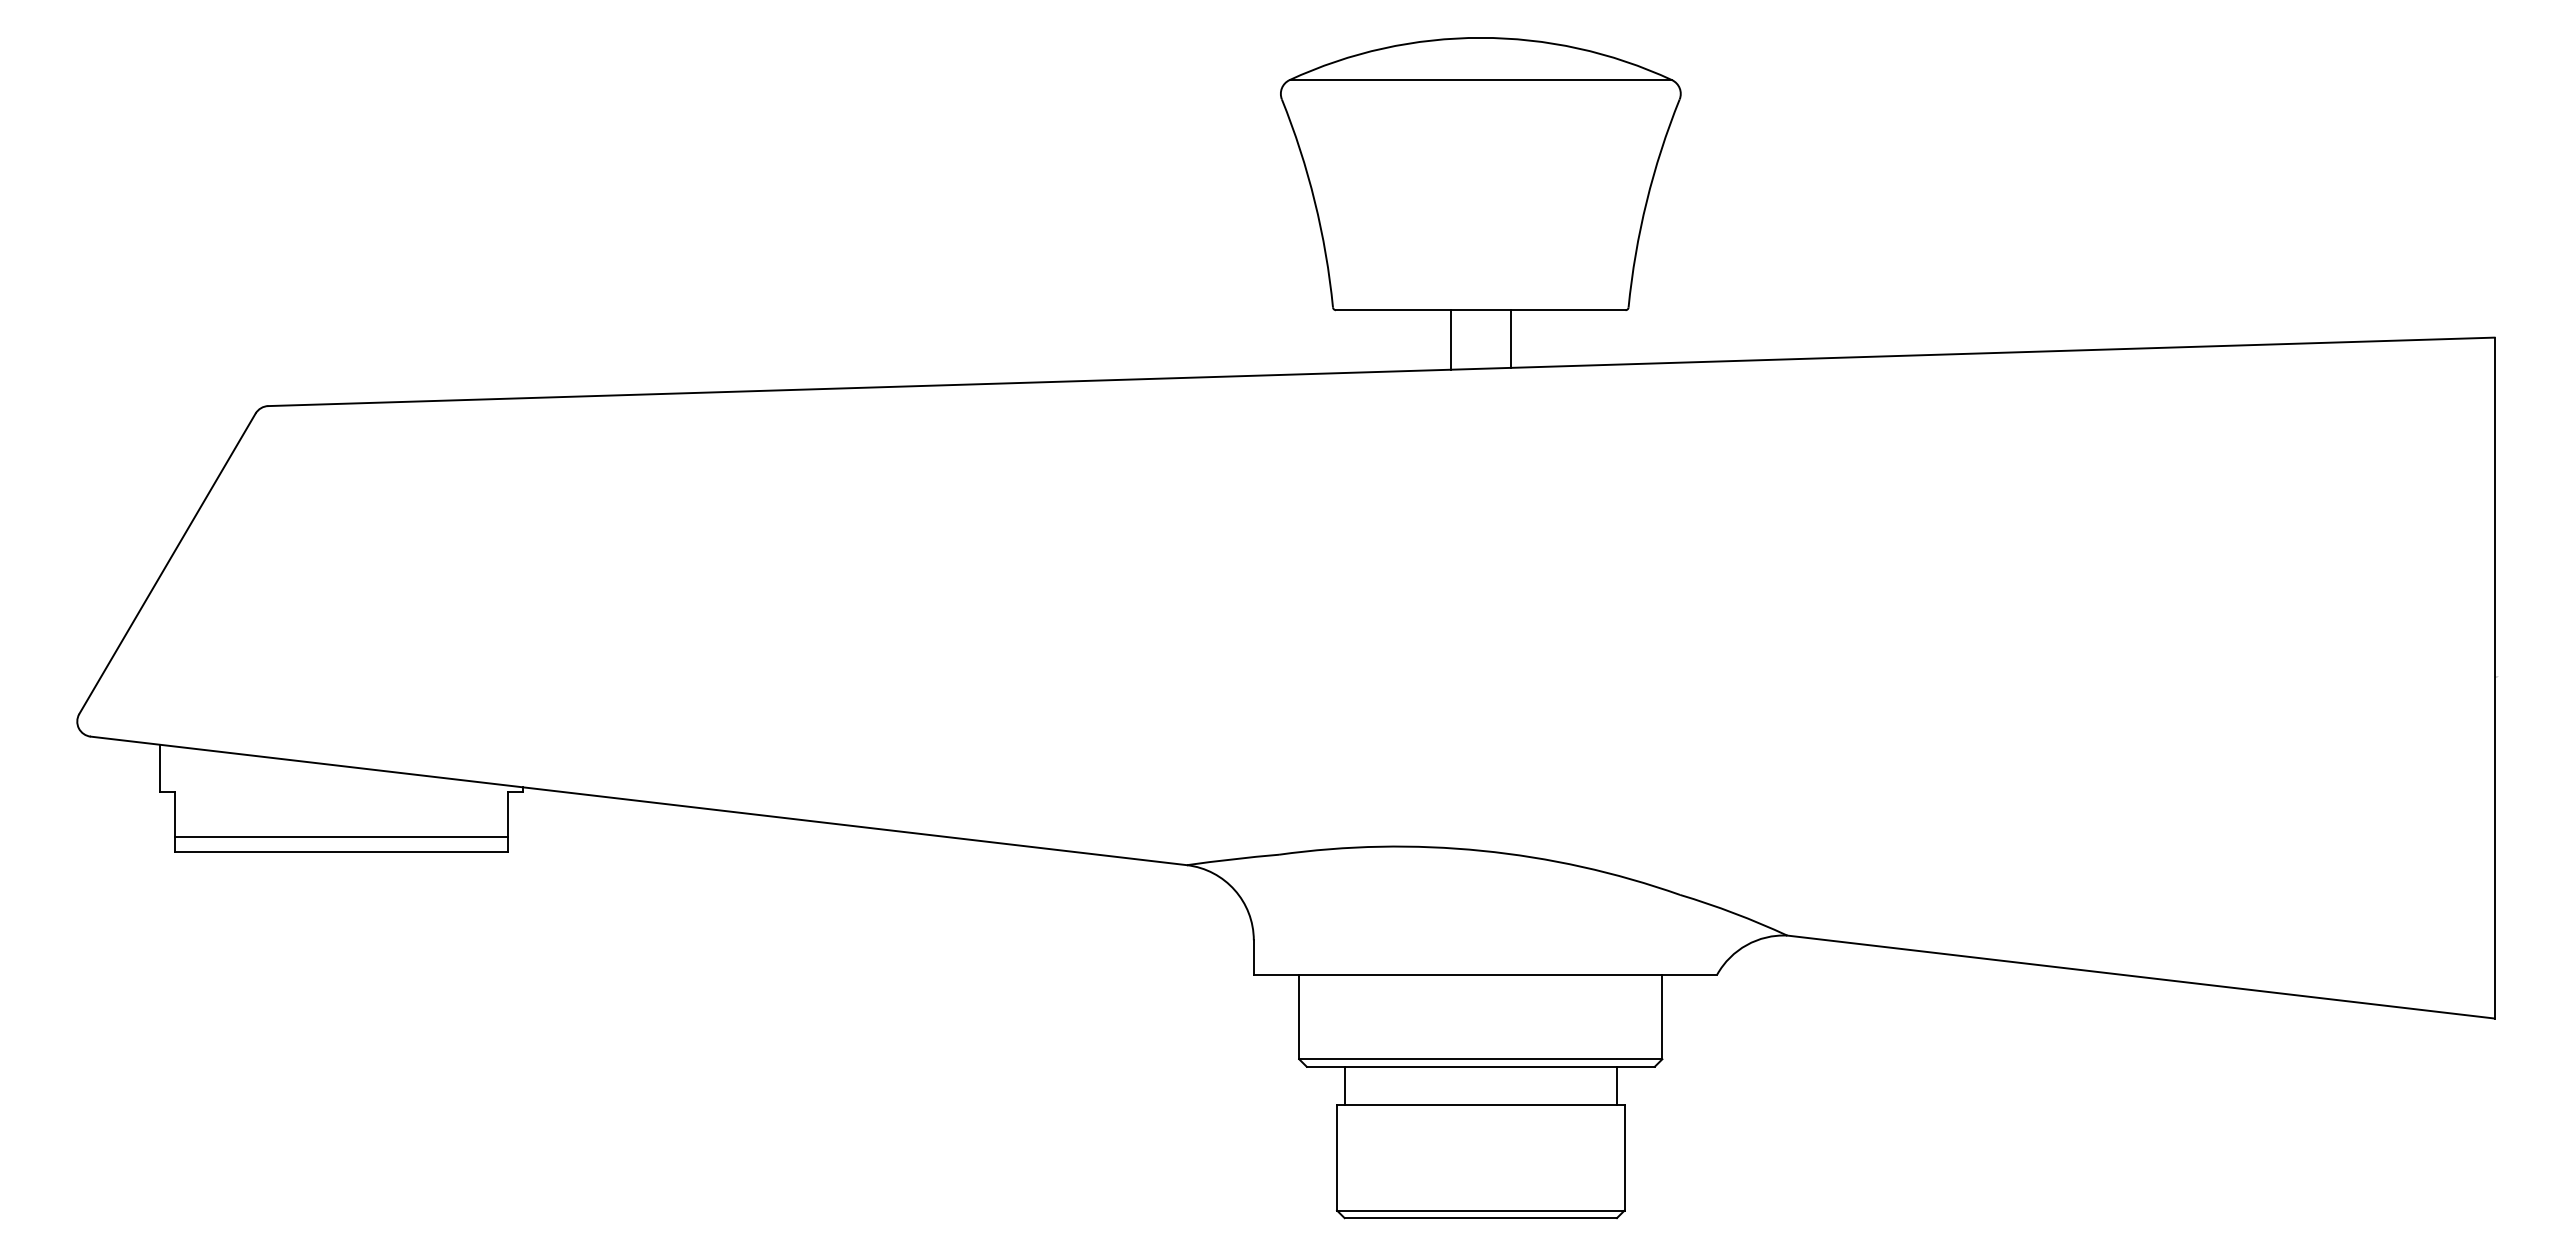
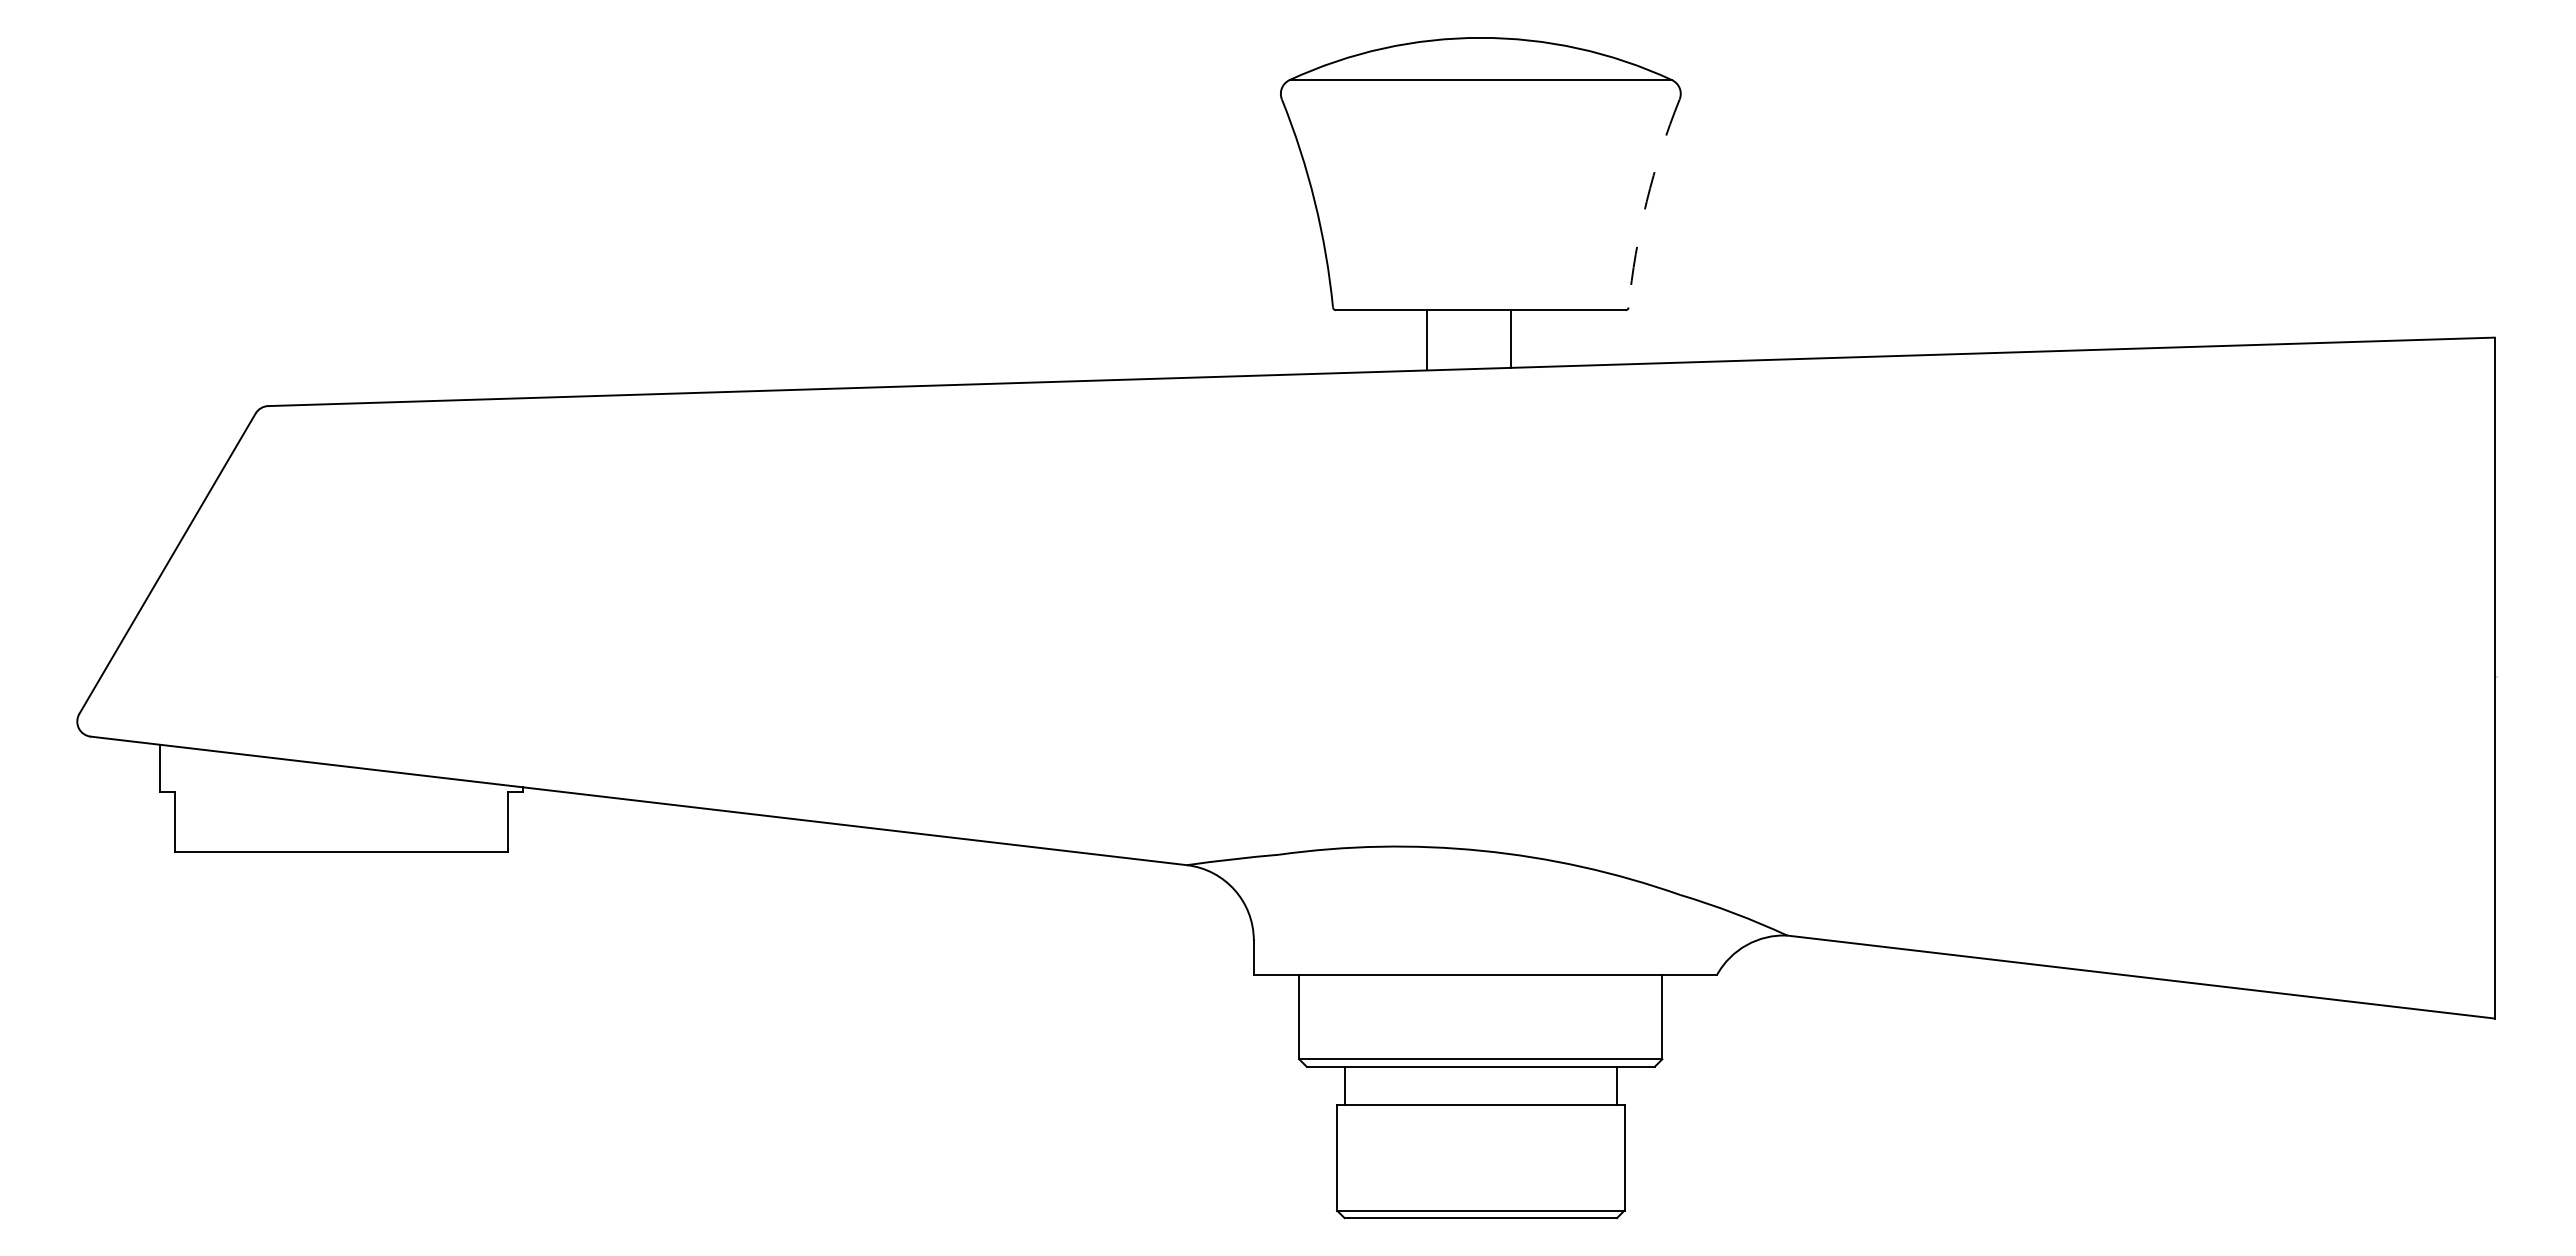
arc at (1646, 201): solid -> dashed
line at (1450, 339) position: (1450, 339) -> (1426, 339)
line at (341, 837): present -> none
